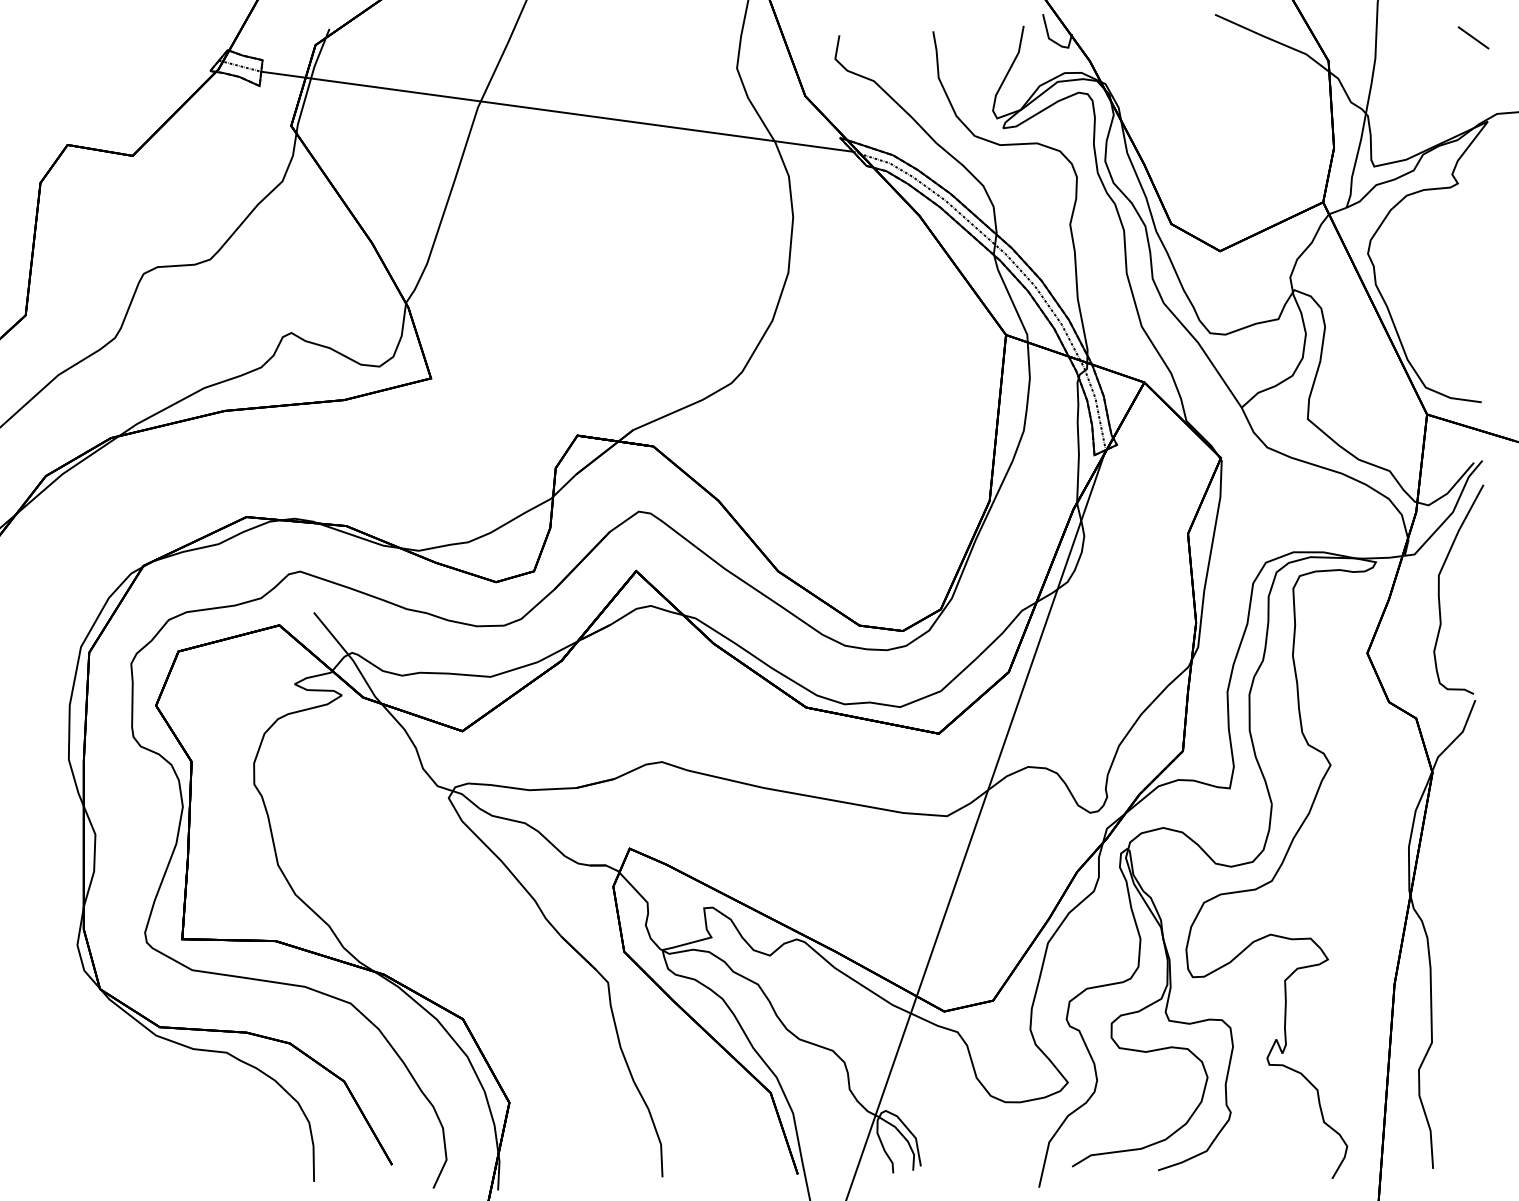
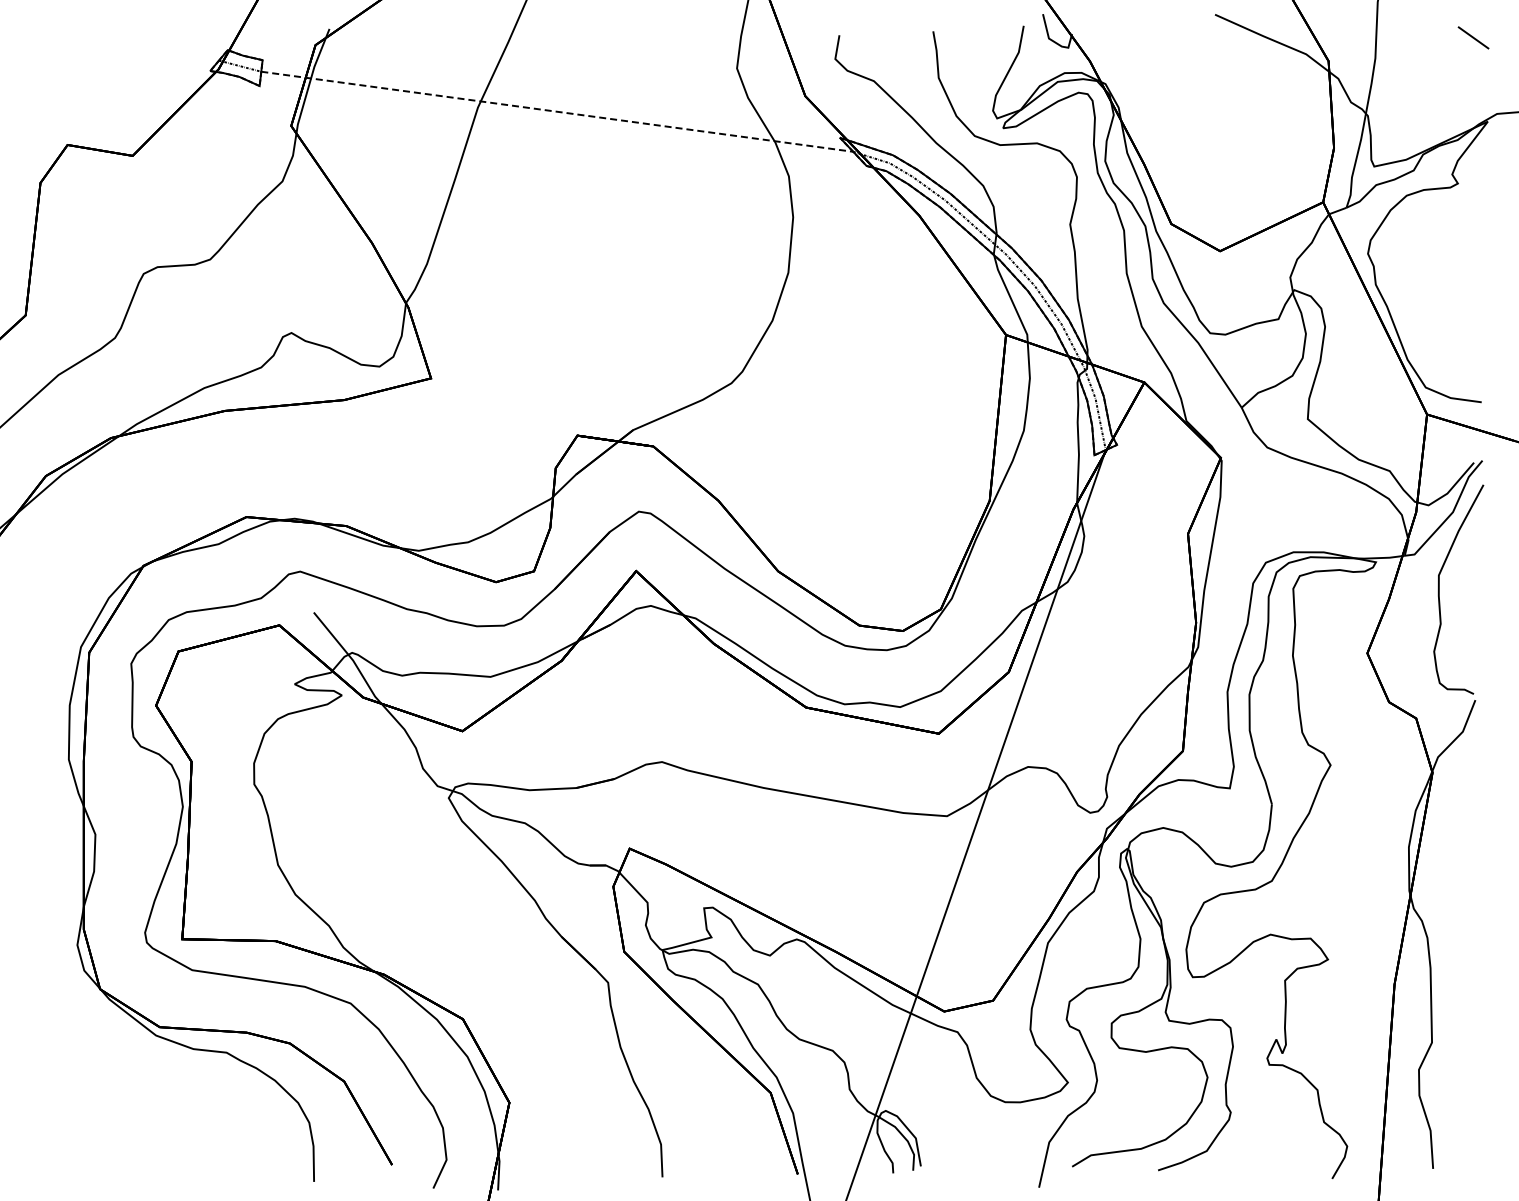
line at (557, 111): solid -> dashed
